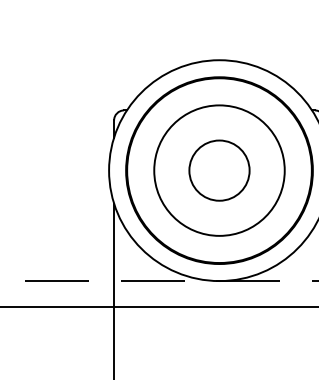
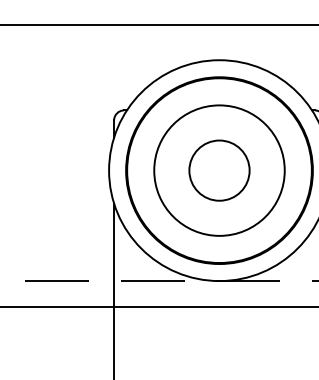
line at (158, 25): none -> present
